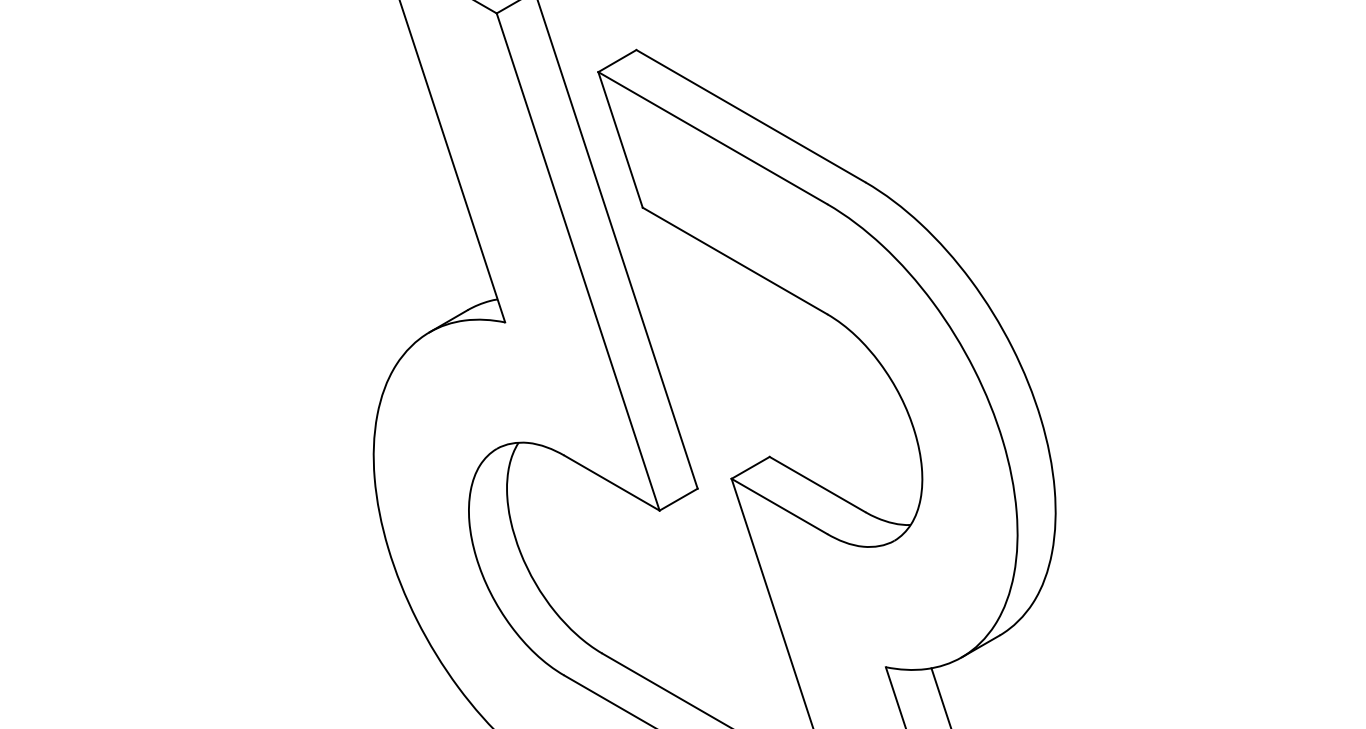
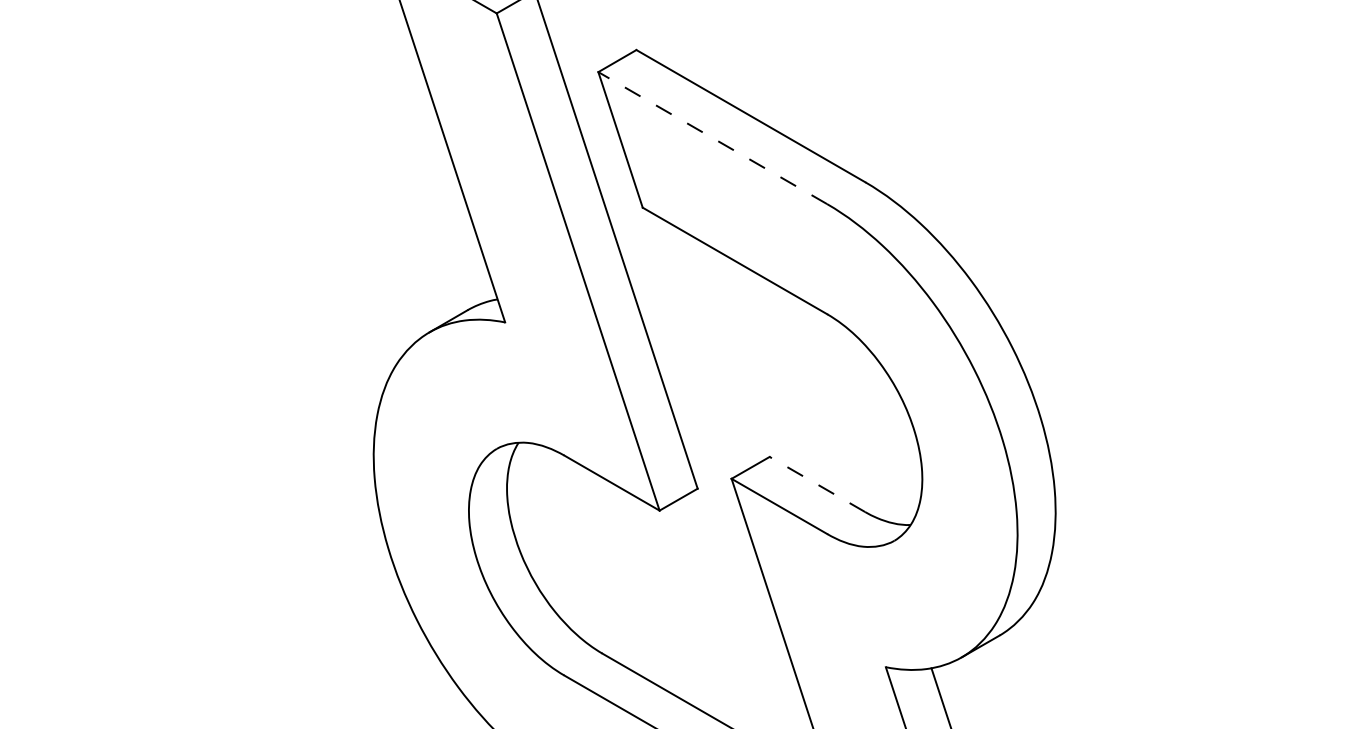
line at (712, 137): solid -> dashed
line at (817, 484): solid -> dashed
